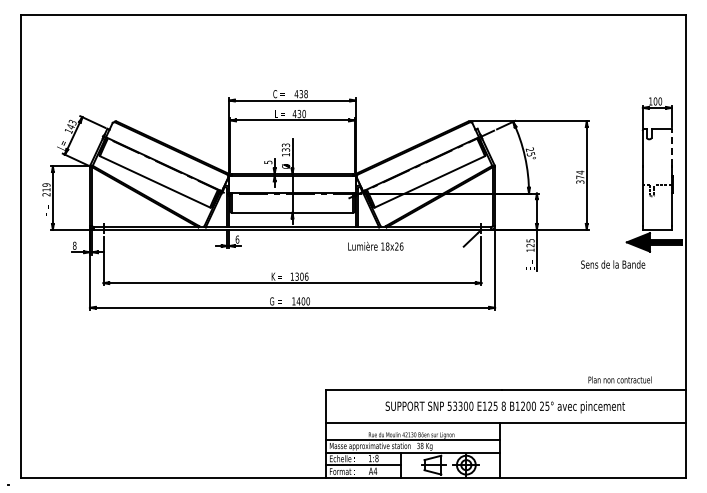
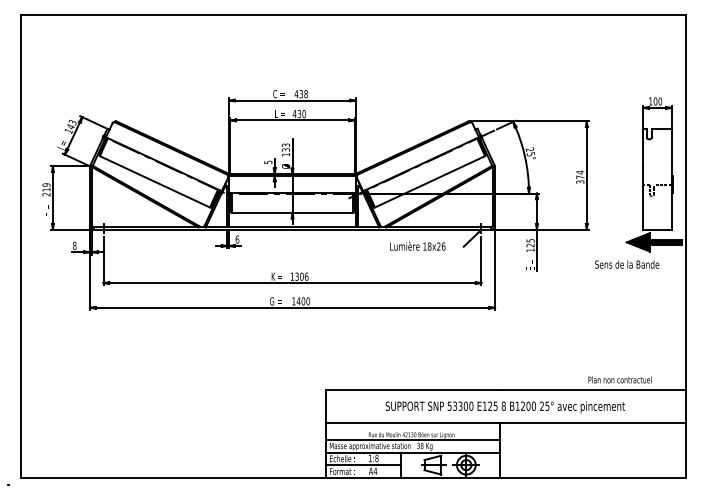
line at (671, 146): dashed -> solid
text at (375, 245) position: (375, 245) -> (417, 245)
text at (613, 264) position: (613, 264) -> (627, 264)
